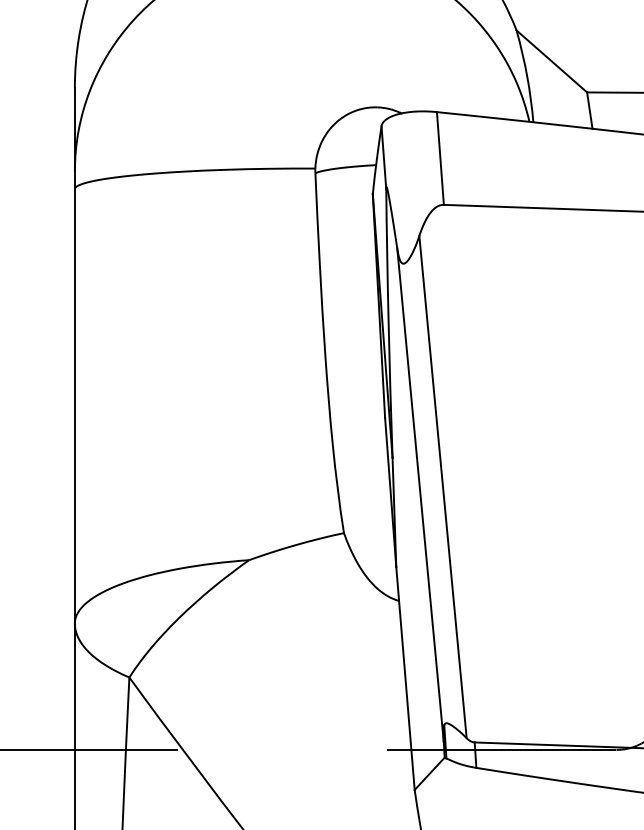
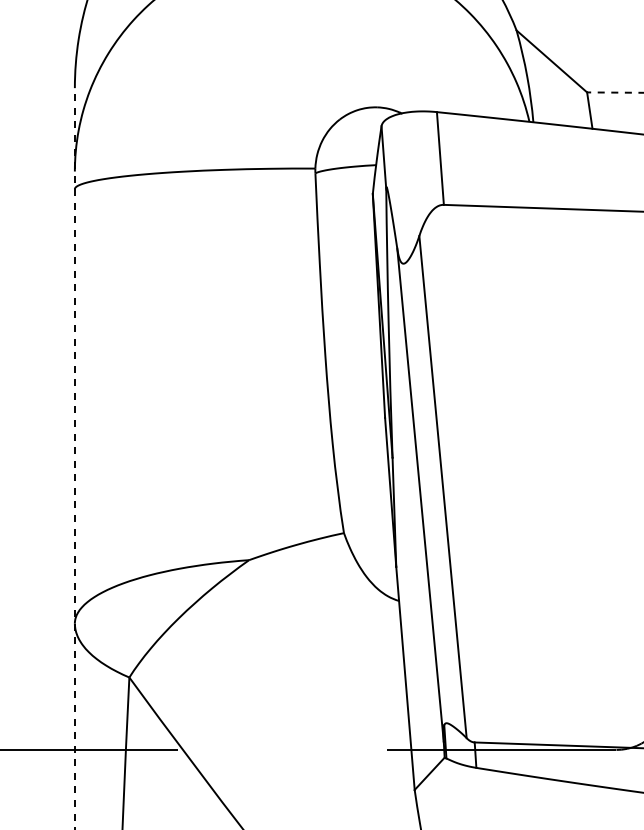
line at (615, 92): solid -> dashed
line at (74, 459): solid -> dashed
